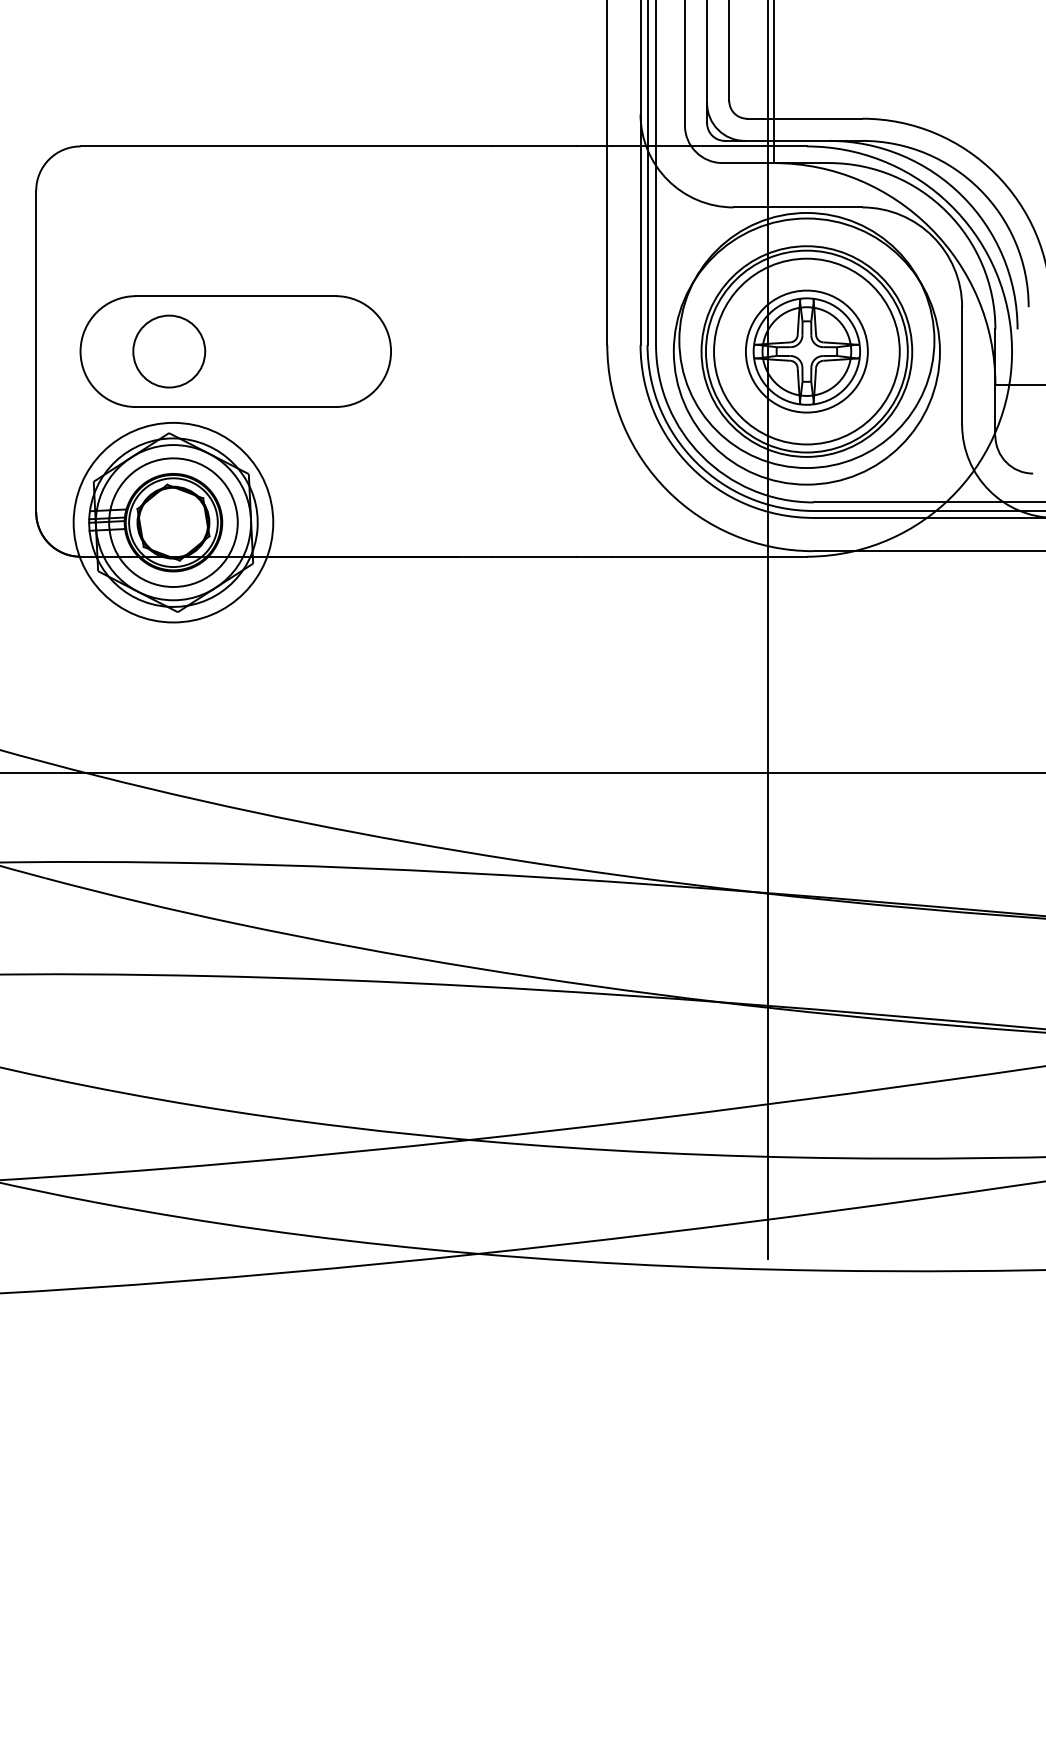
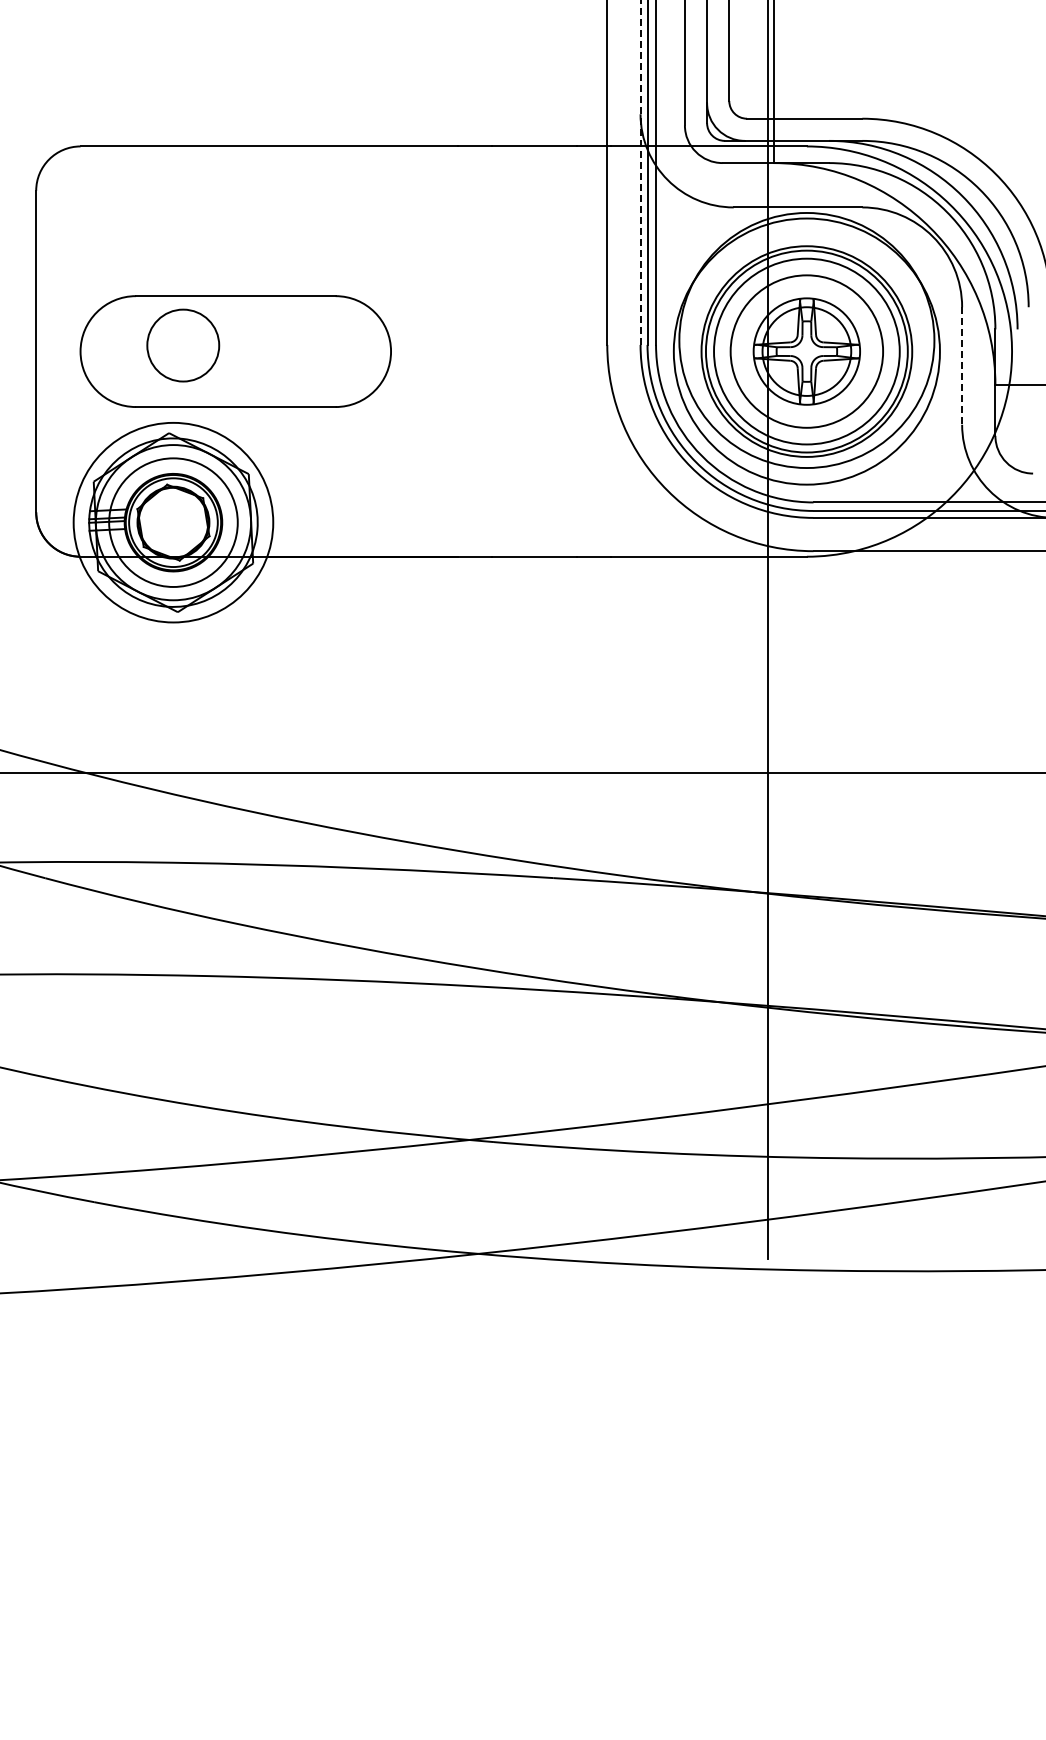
line at (640, 172): solid -> dashed
circle at (169, 351) position: (169, 351) -> (183, 345)
circle at (806, 351) diameter: 122 px -> 152 px
line at (962, 366): solid -> dashed
